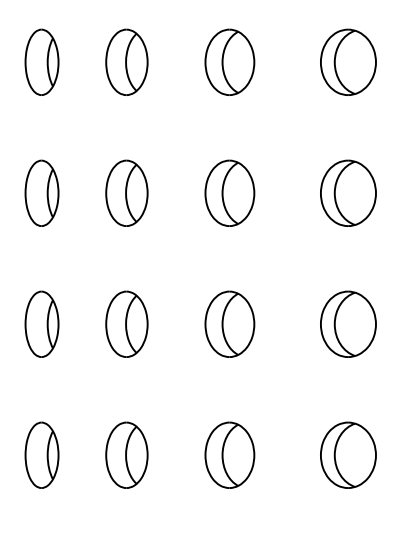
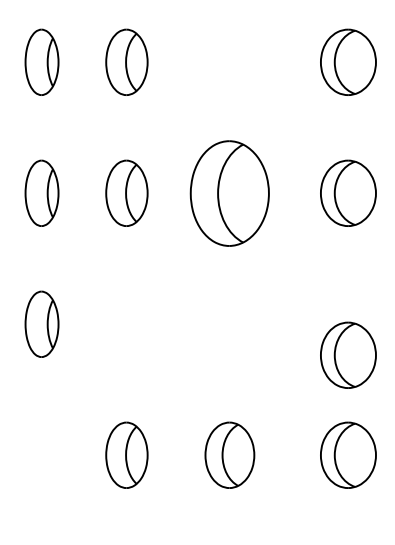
part at (229, 61): present -> none
part at (229, 192) size: 52x68 px -> 81x107 px
part at (126, 323): present -> none
part at (229, 323): present -> none
part at (348, 323) position: (348, 323) -> (348, 354)
part at (41, 454): present -> none
